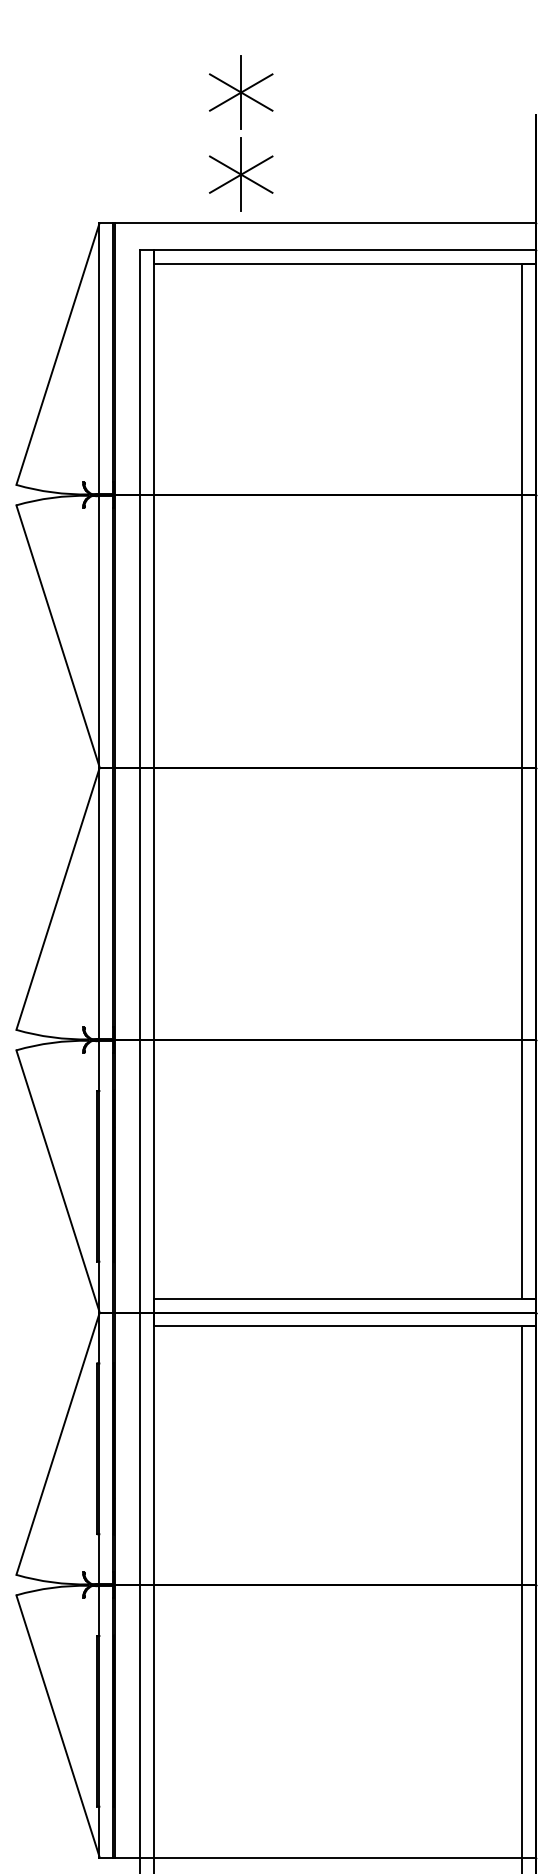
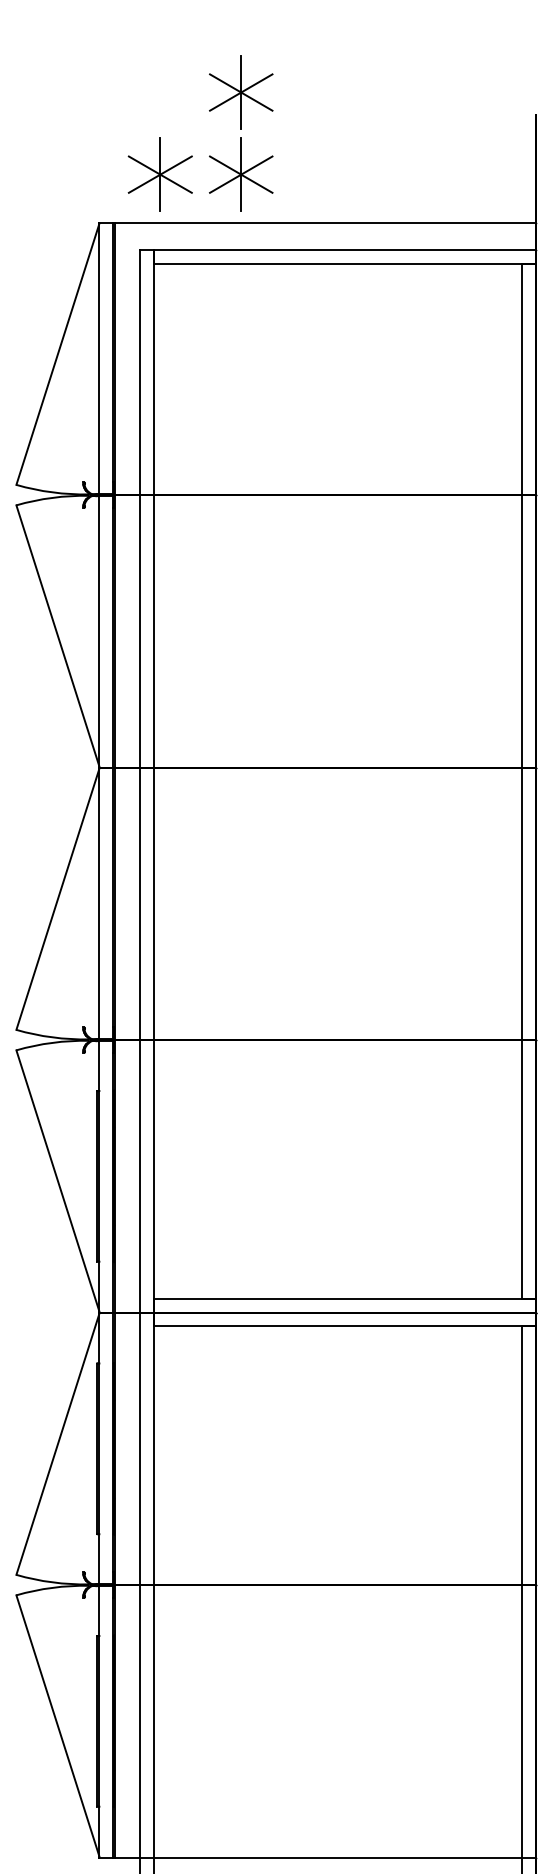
part at (159, 174): none -> present
